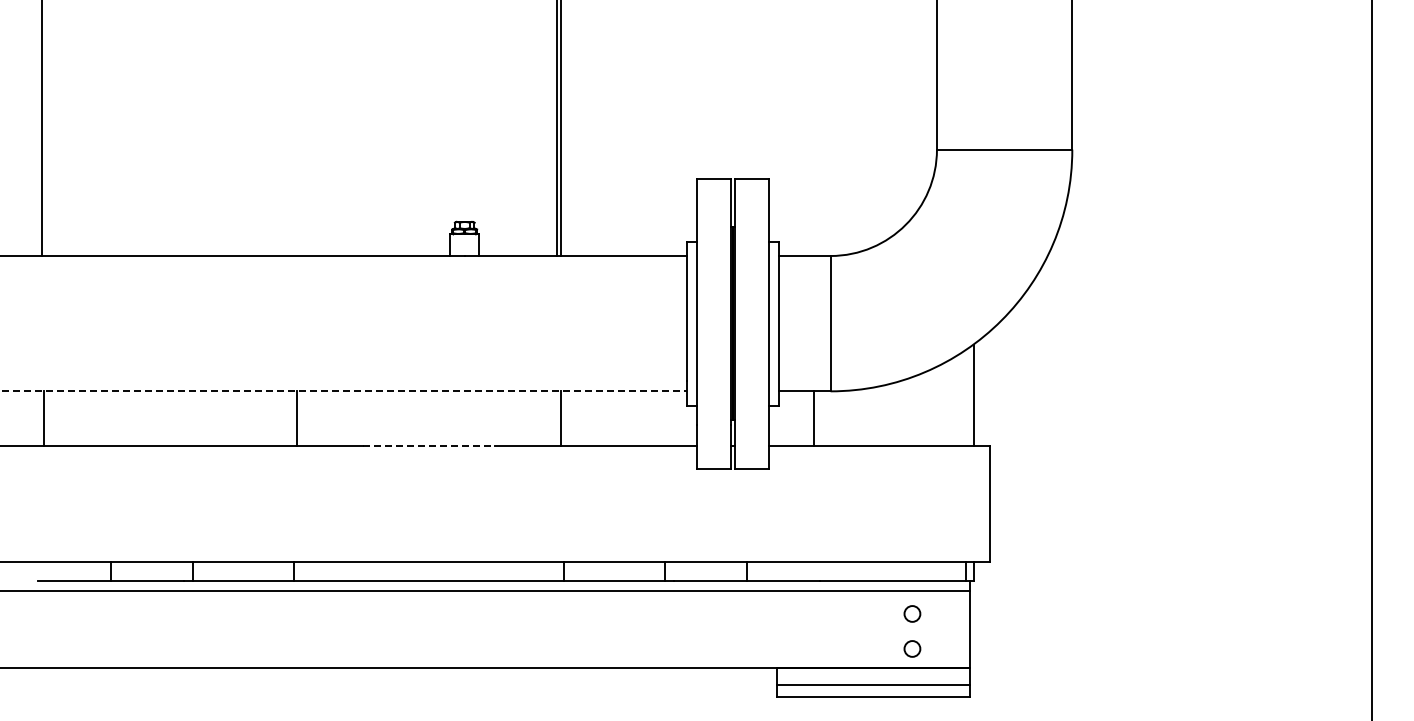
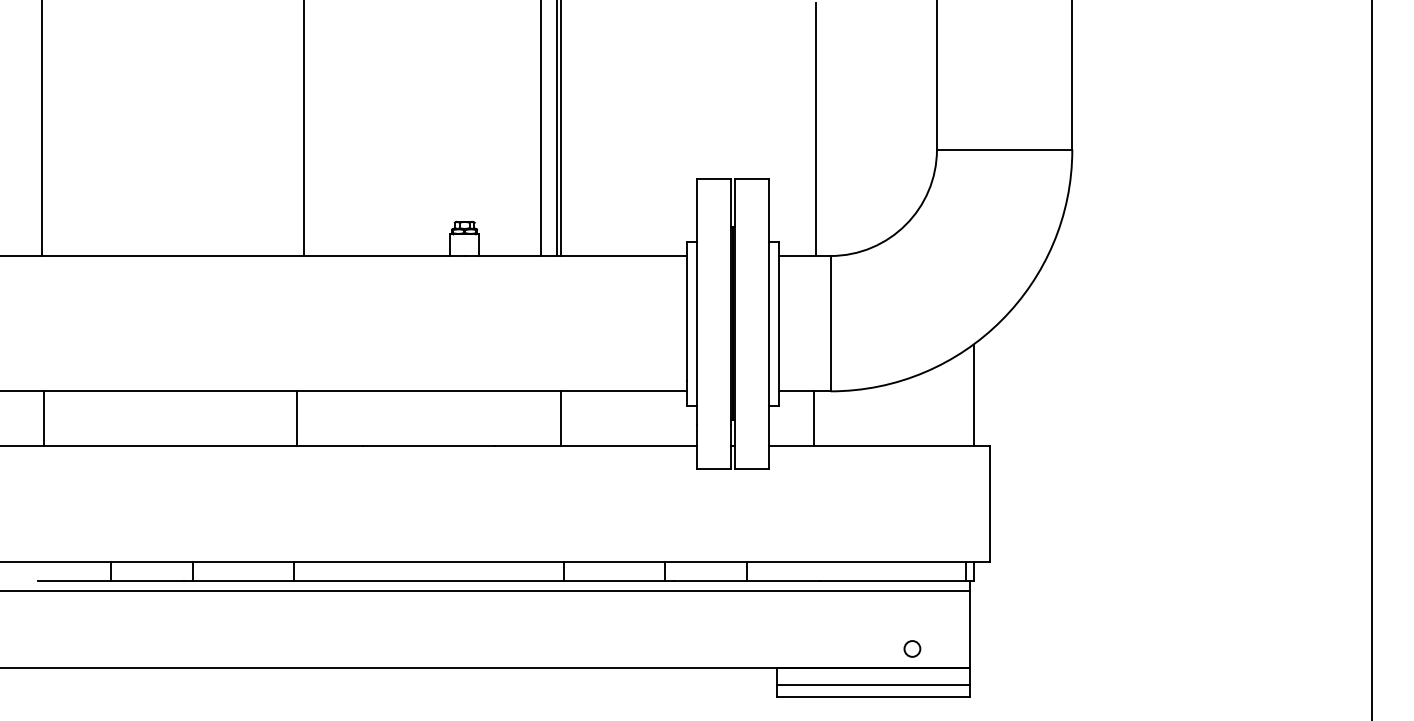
line at (304, 129): none -> present
line at (541, 129): none -> present
line at (815, 129): none -> present
line at (344, 391): dashed -> solid
line at (429, 445): dashed -> solid
circle at (912, 613): present -> none
